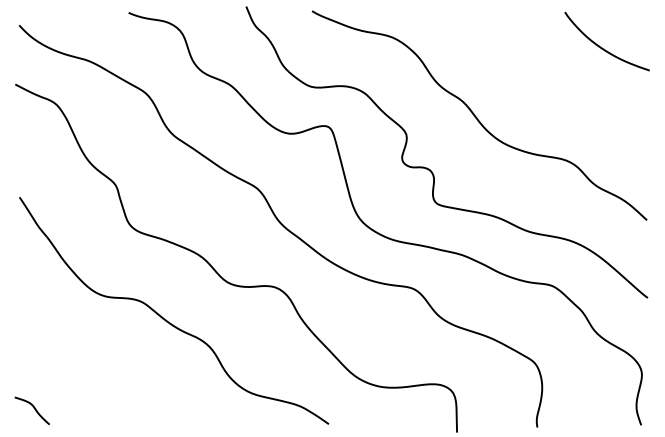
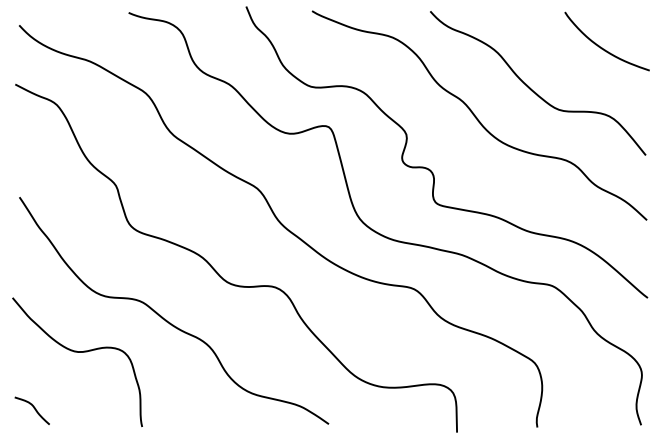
curve at (532, 89): none -> present
curve at (77, 352): none -> present
